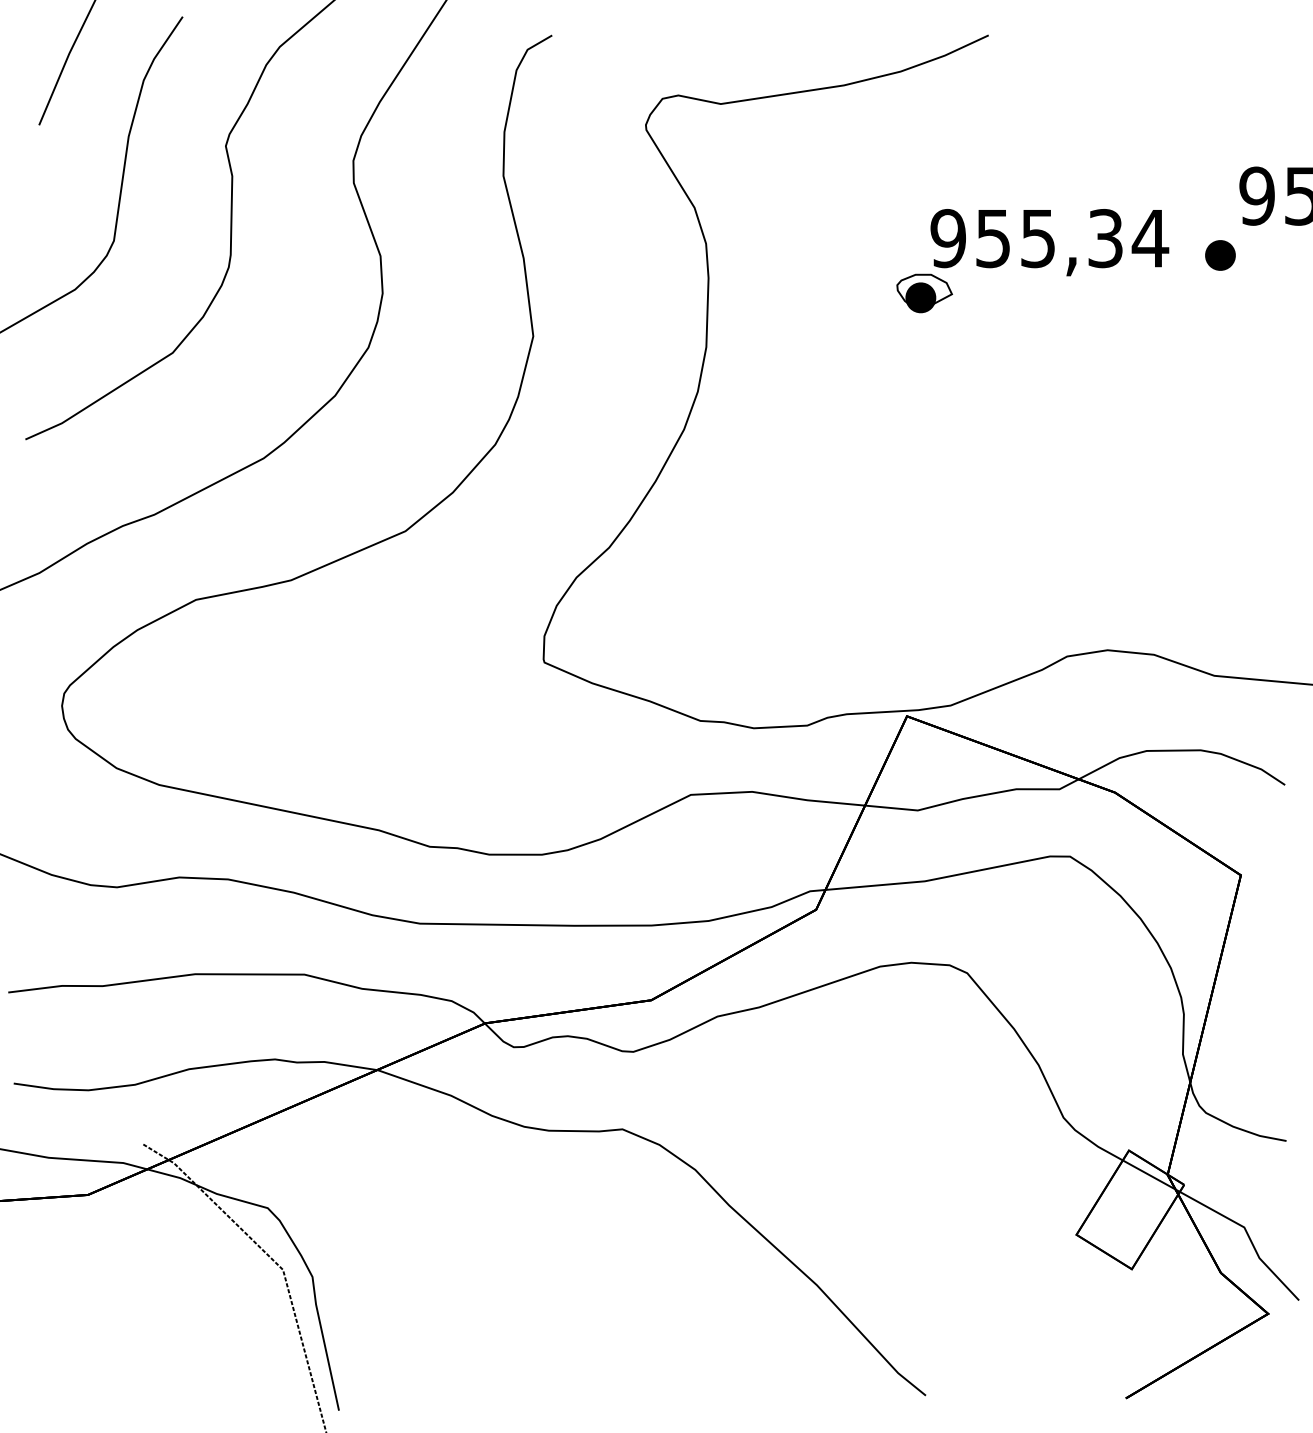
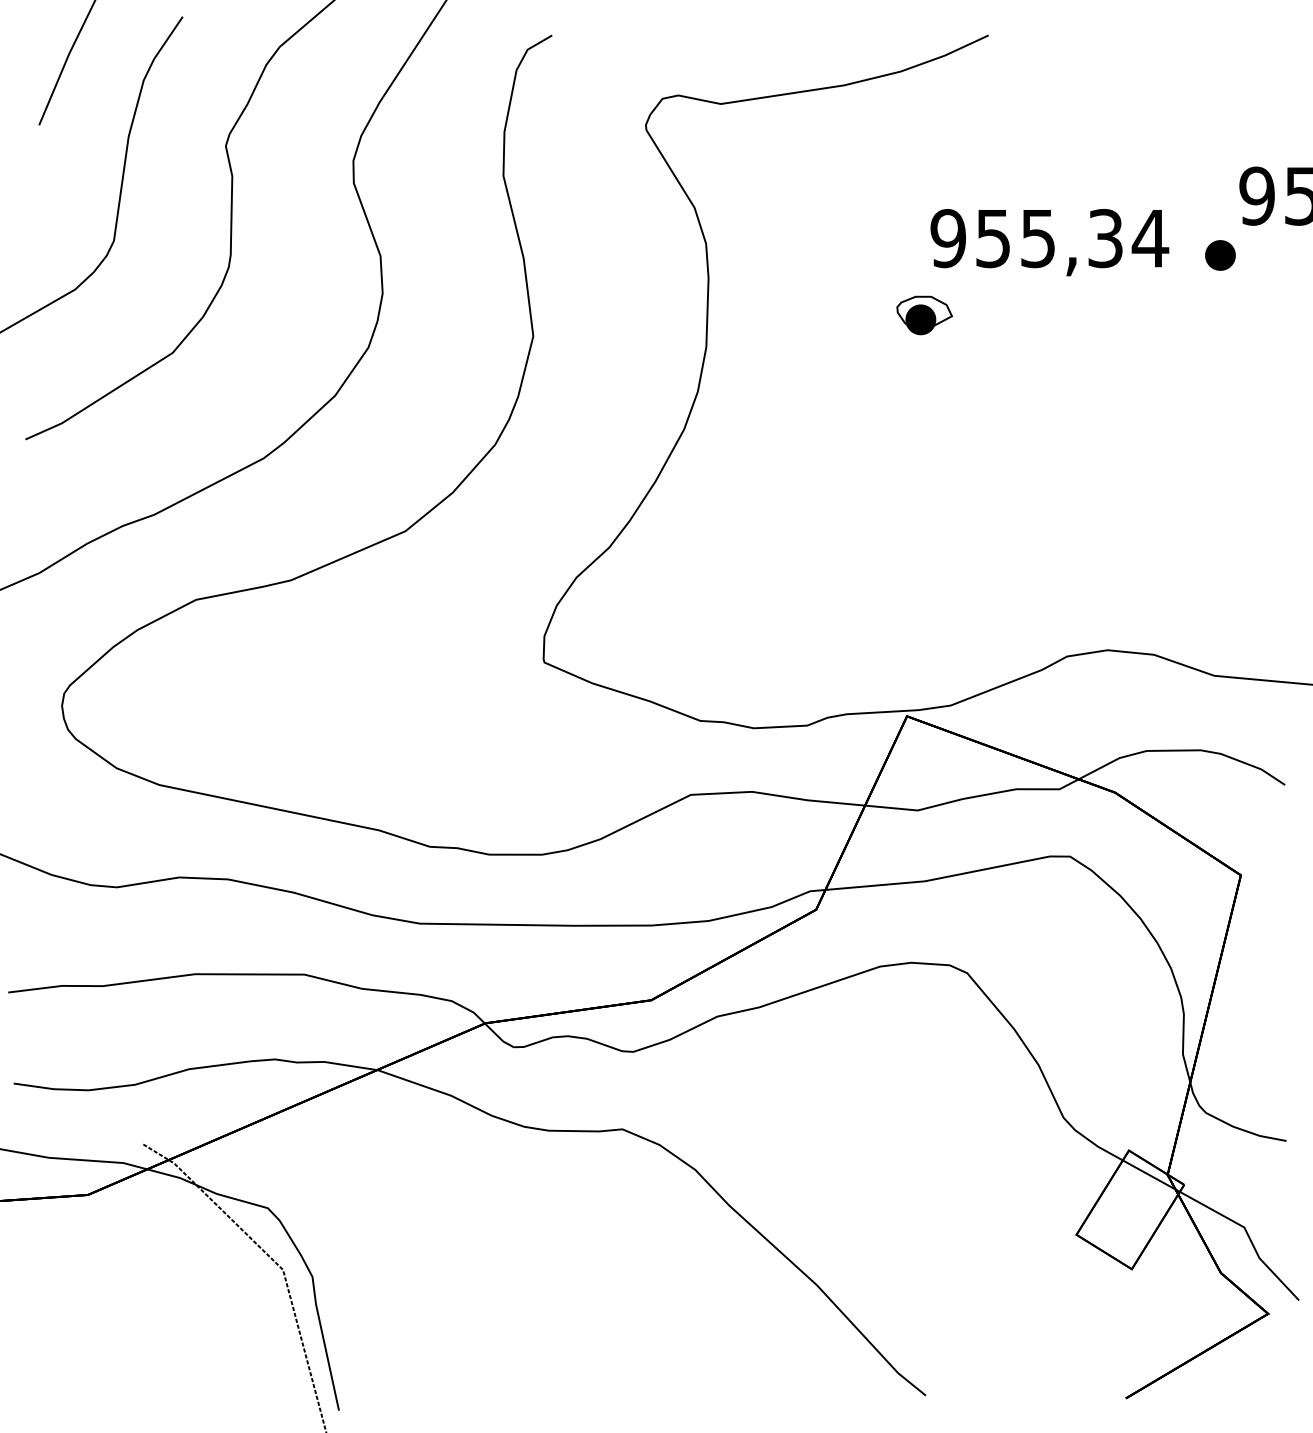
part at (924, 293) position: (924, 293) -> (924, 315)
